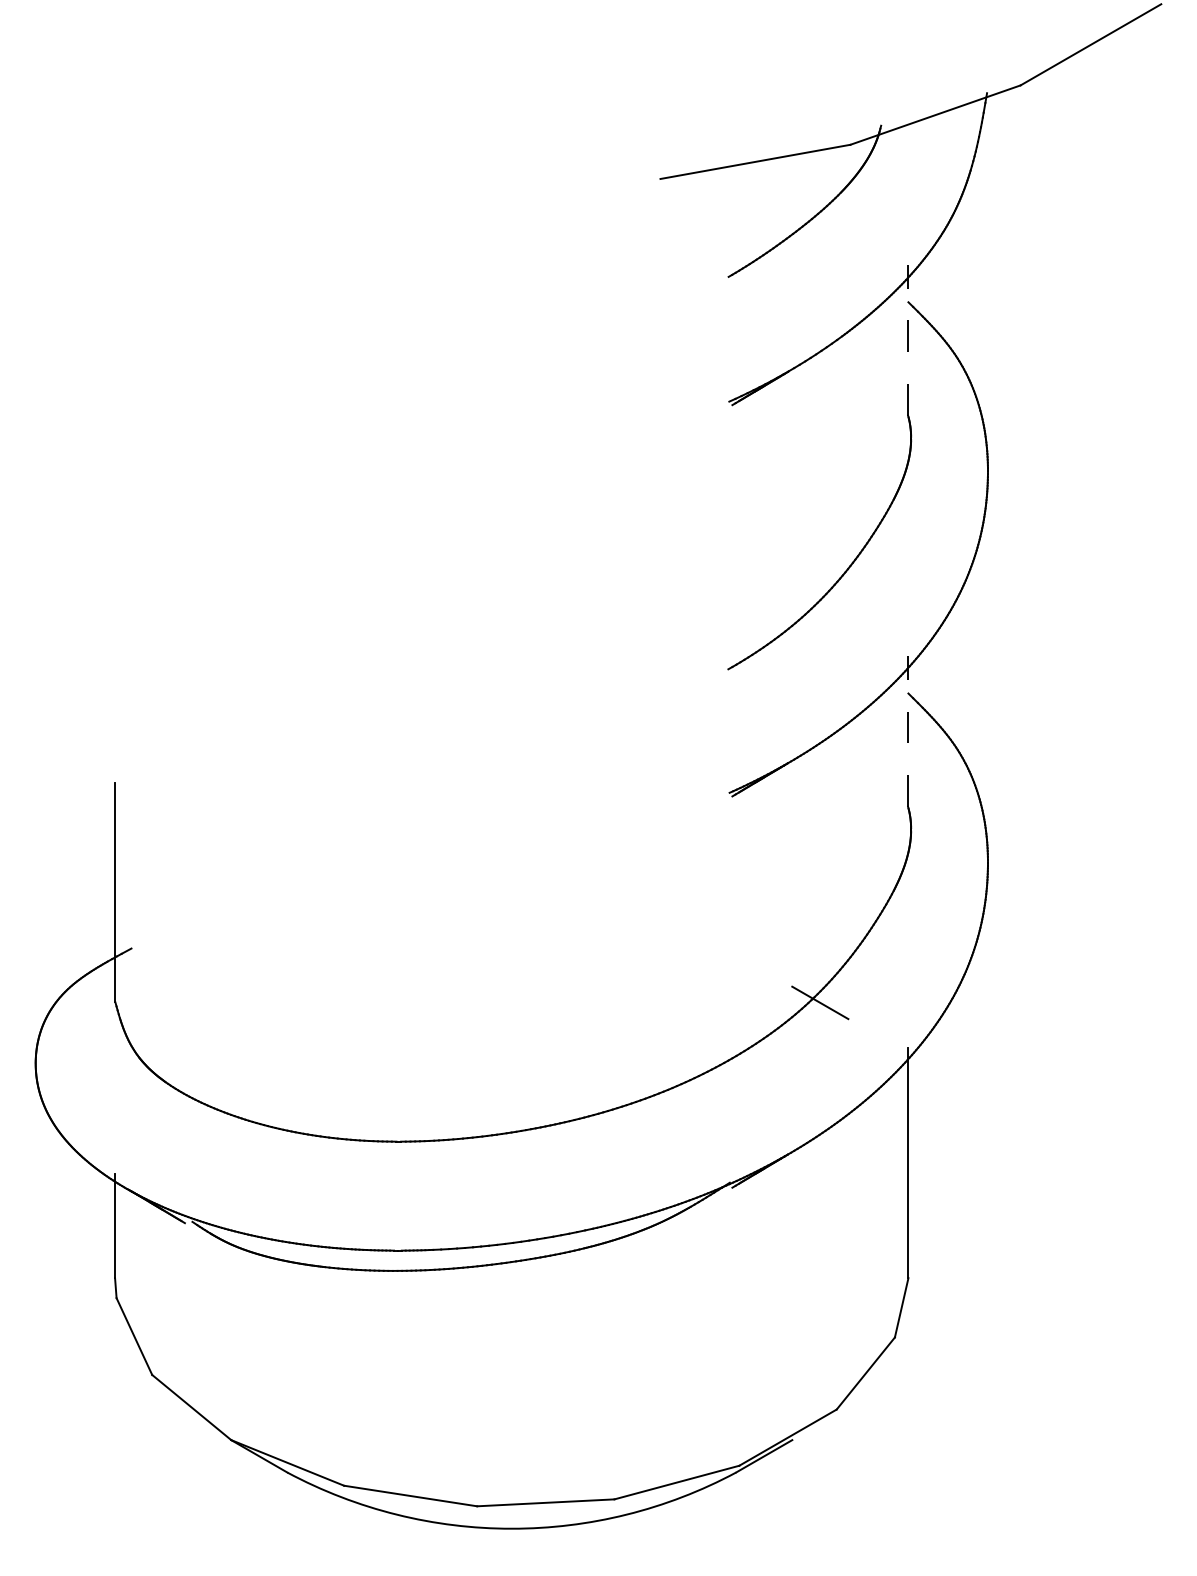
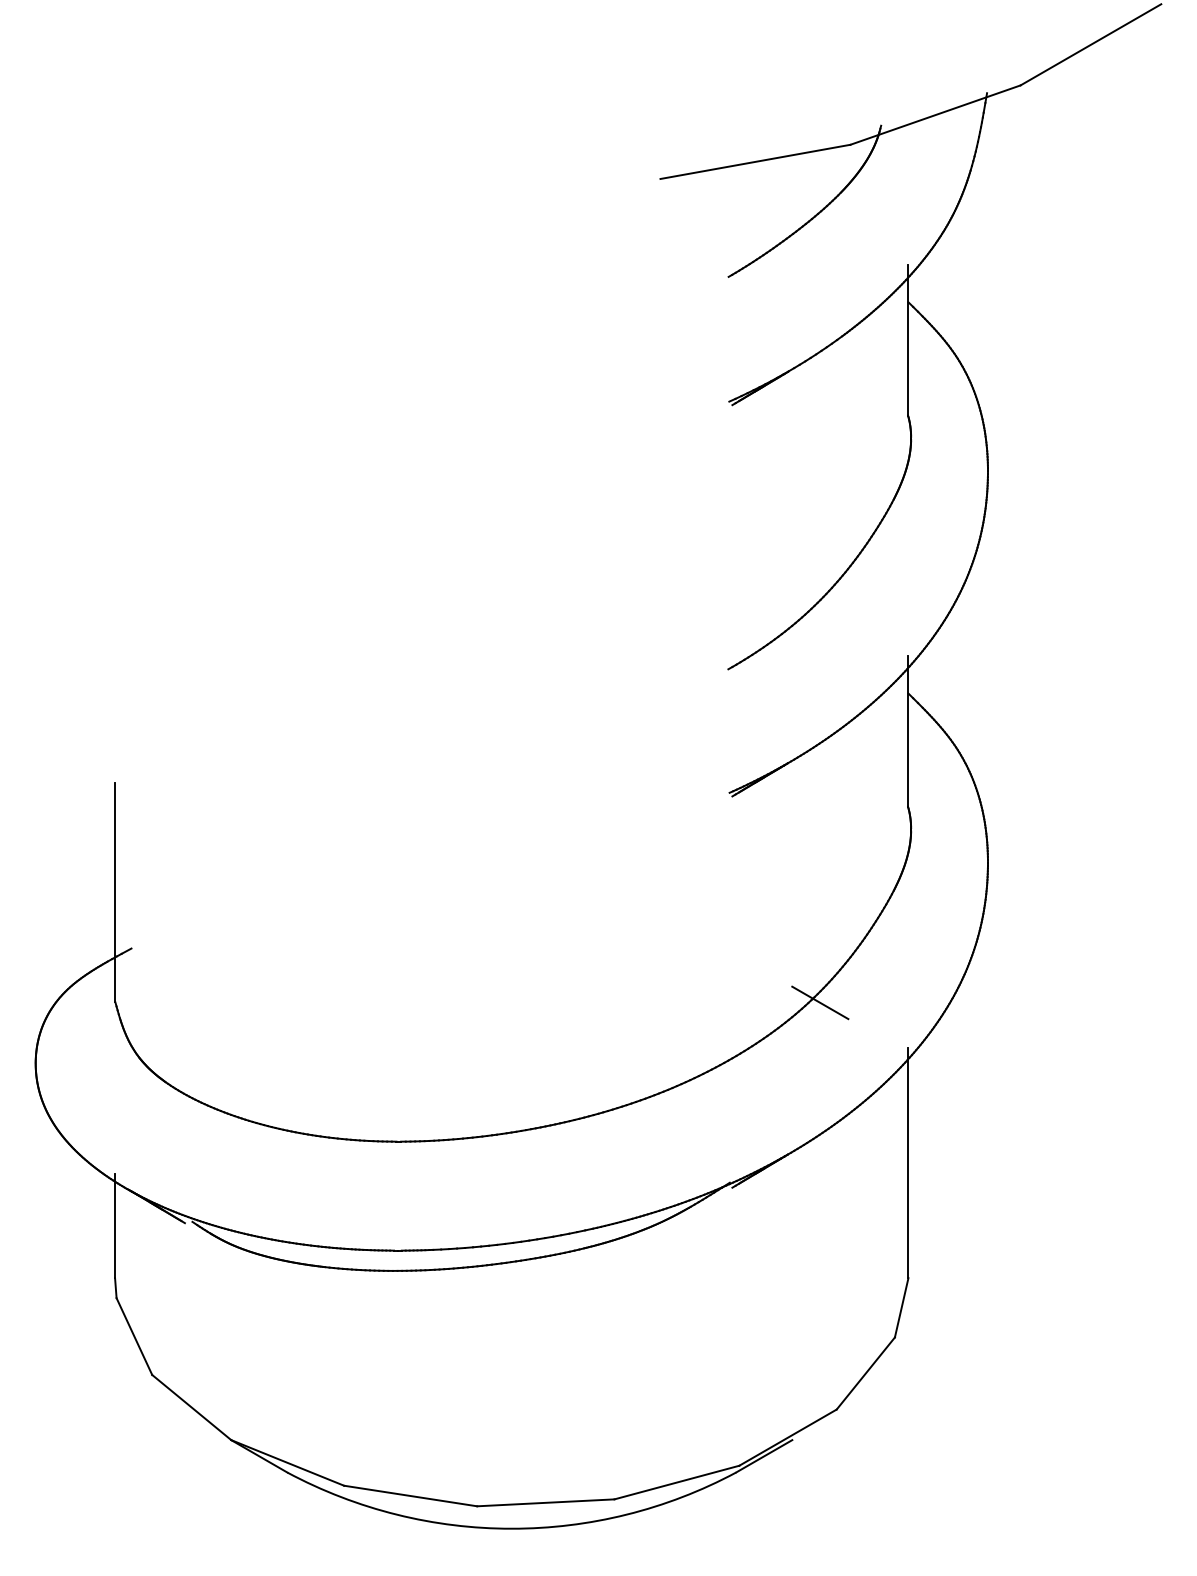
line at (908, 339): dashed -> solid
line at (908, 731): dashed -> solid
